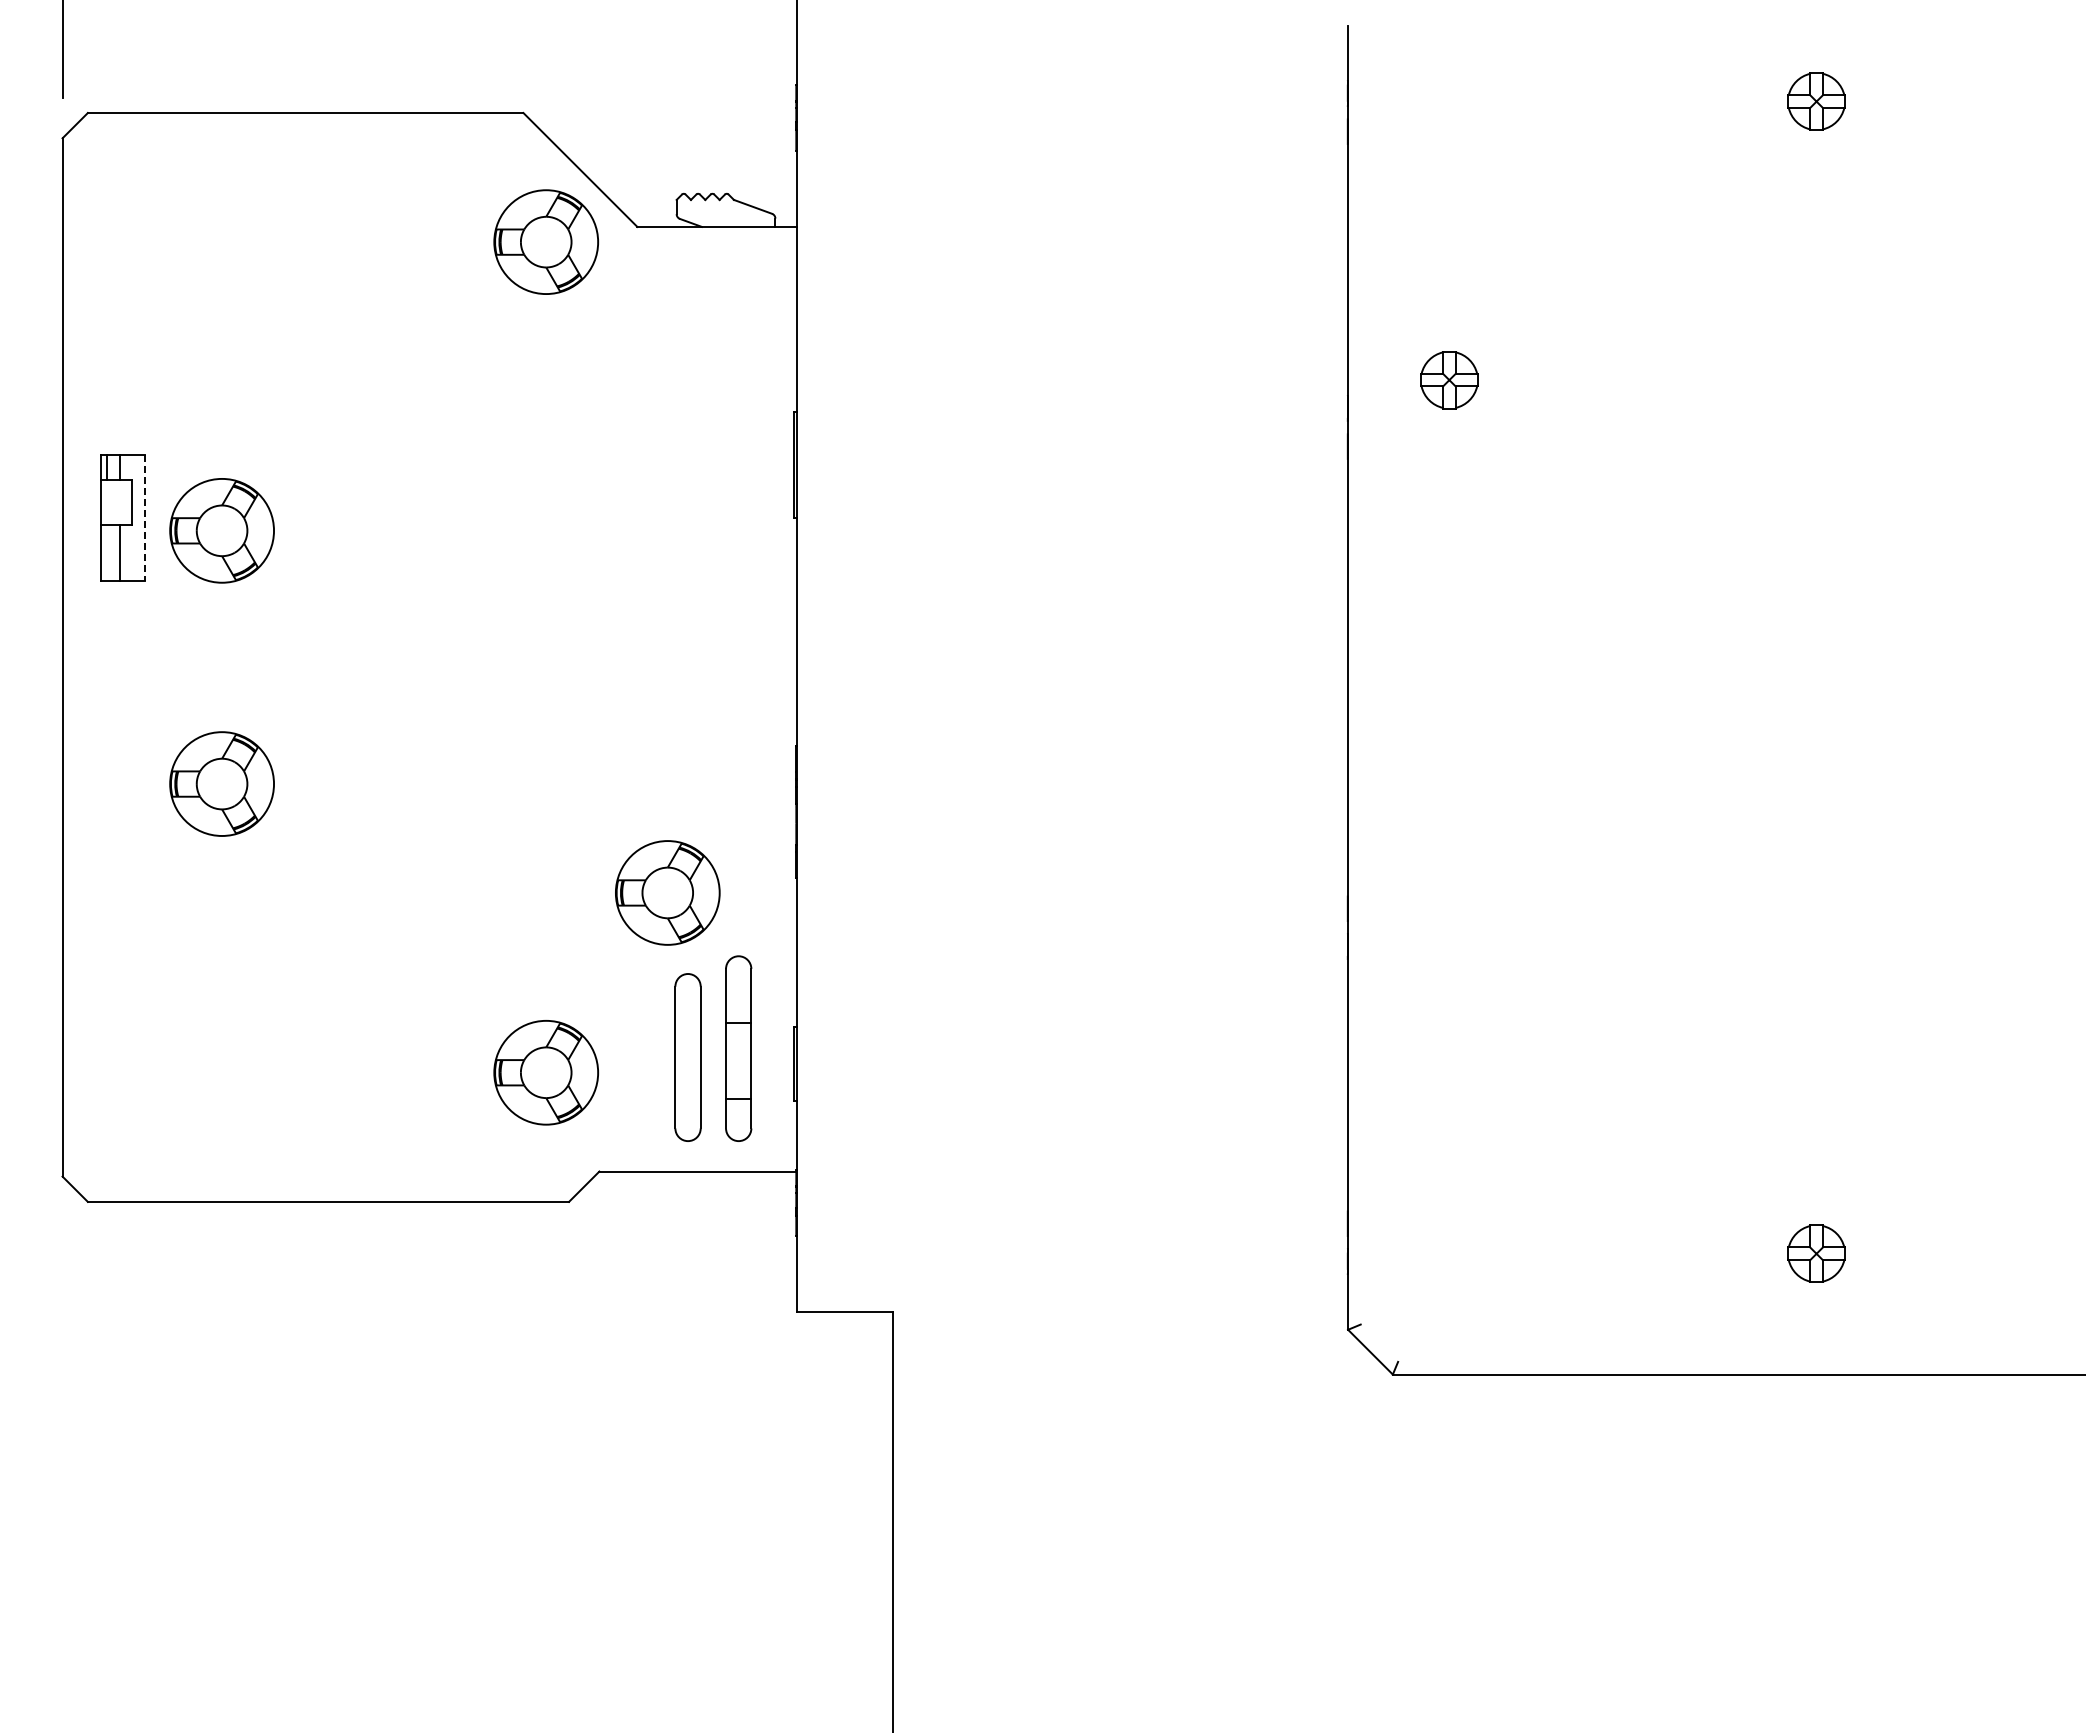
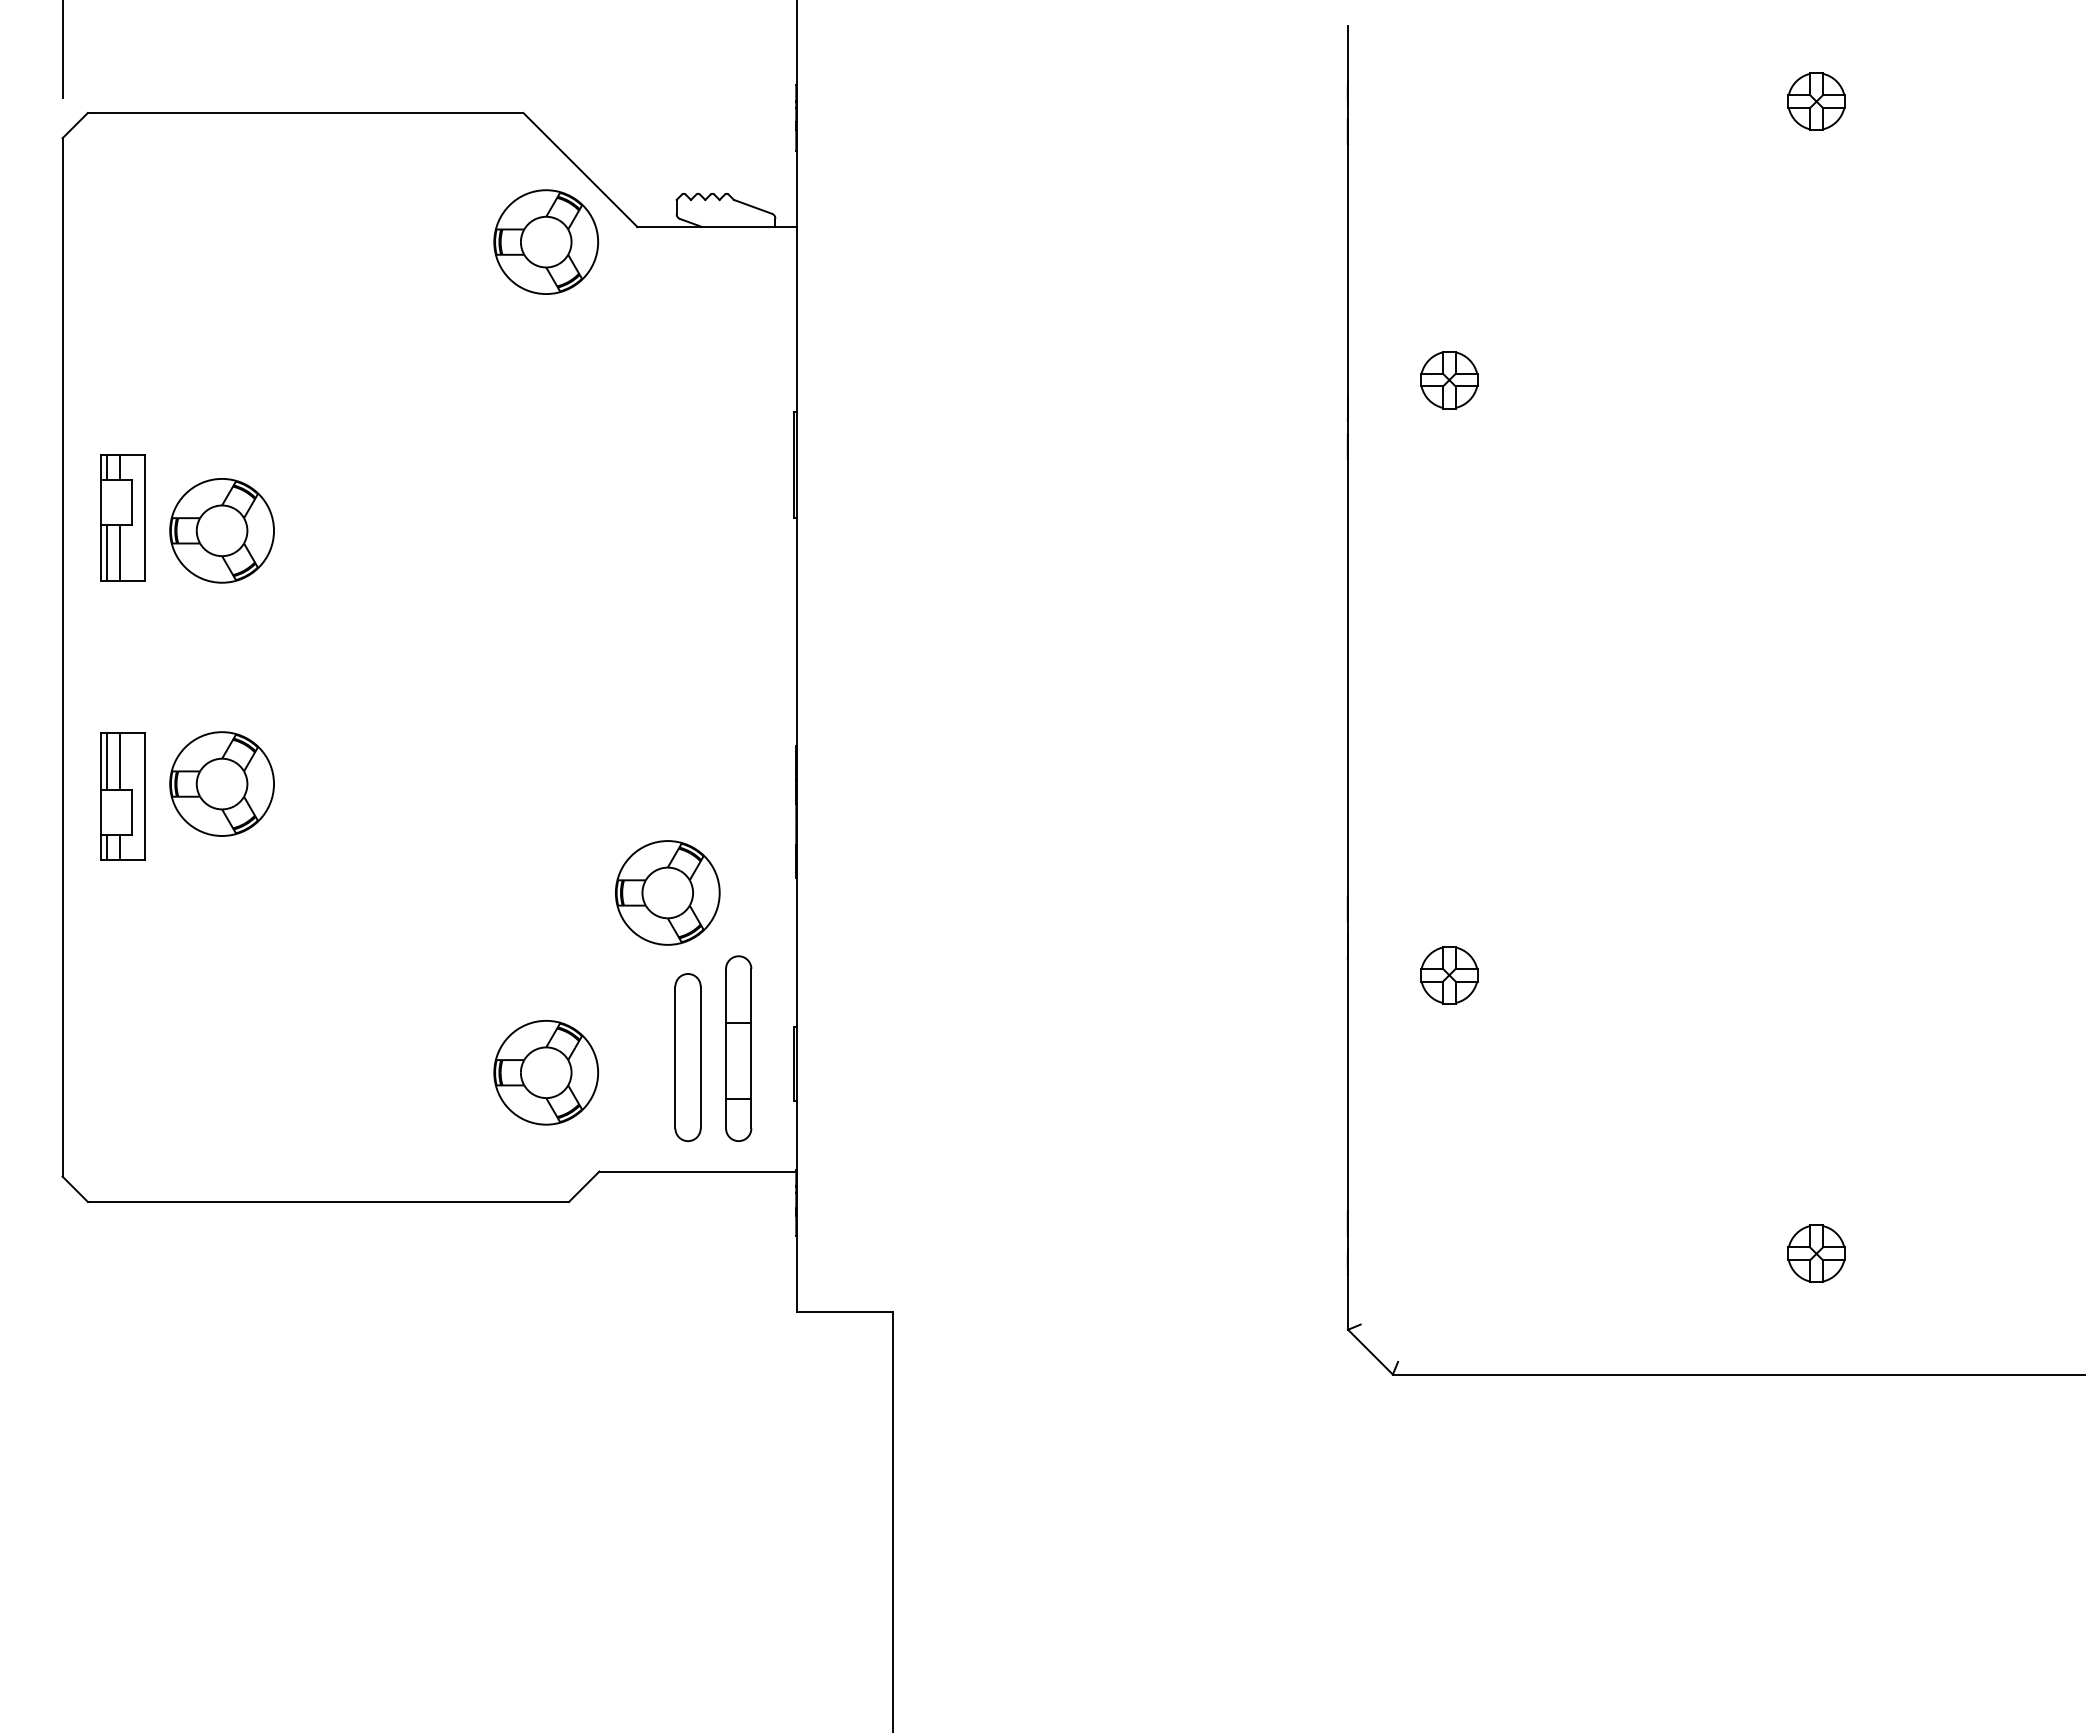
line at (144, 518): dashed -> solid
line at (106, 552): none -> present
part at (122, 796): none -> present
part at (1449, 975): none -> present
